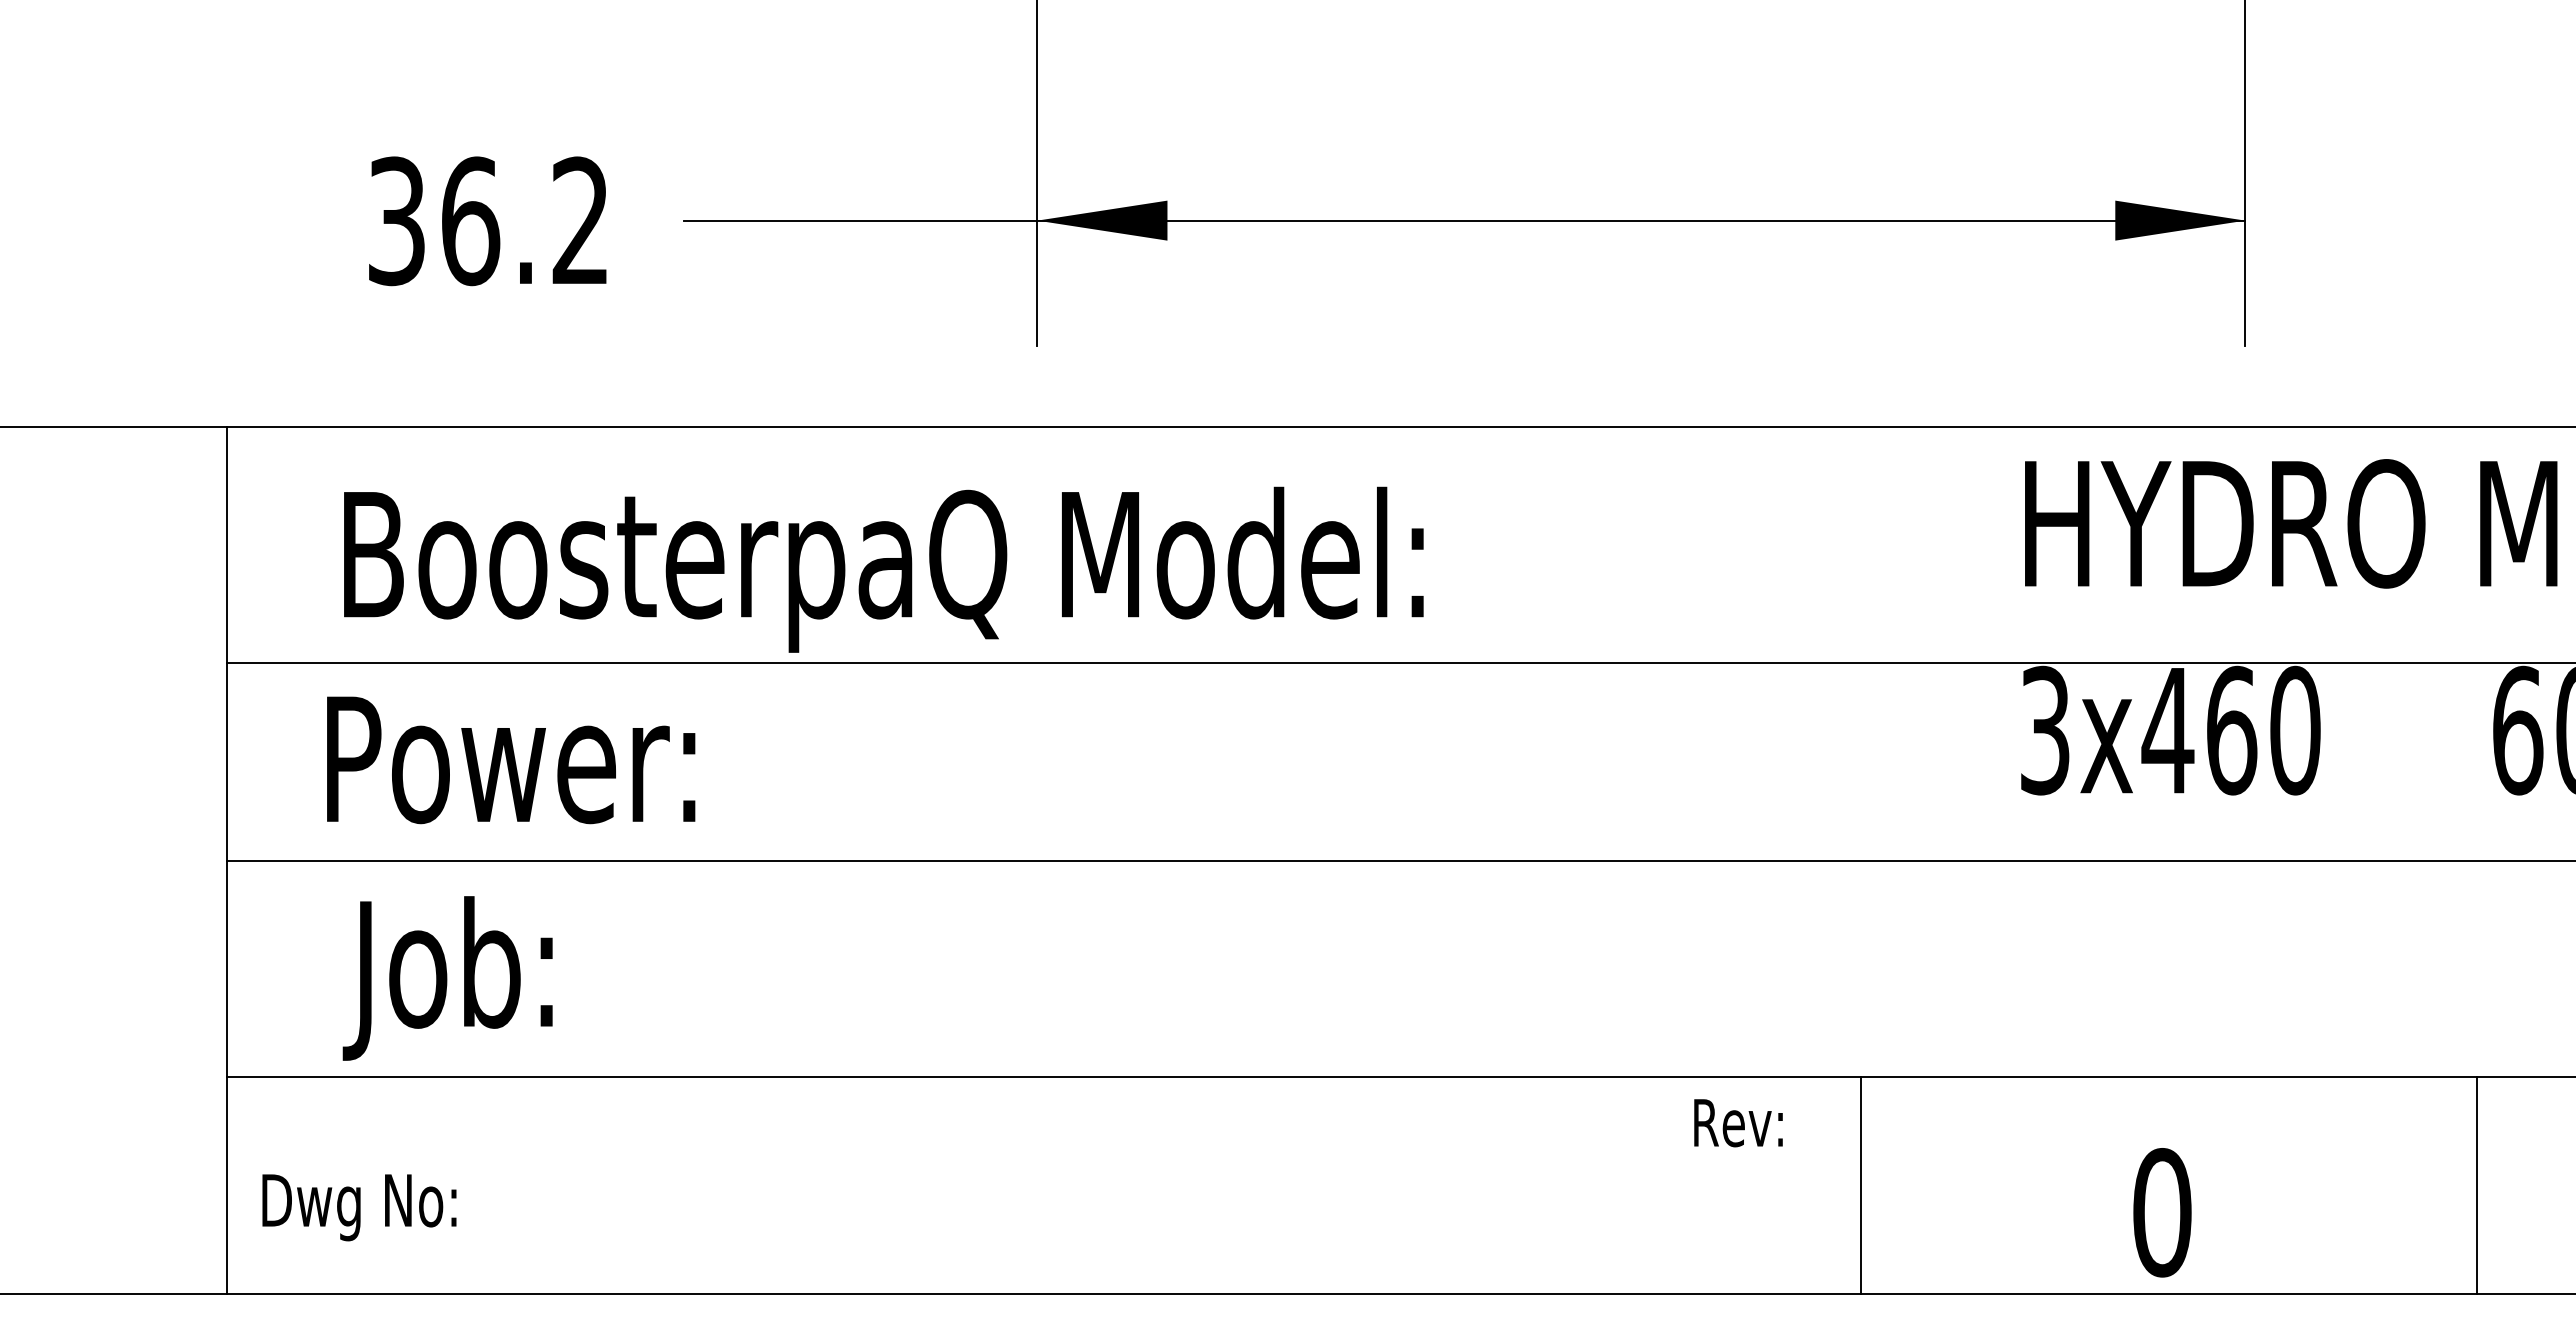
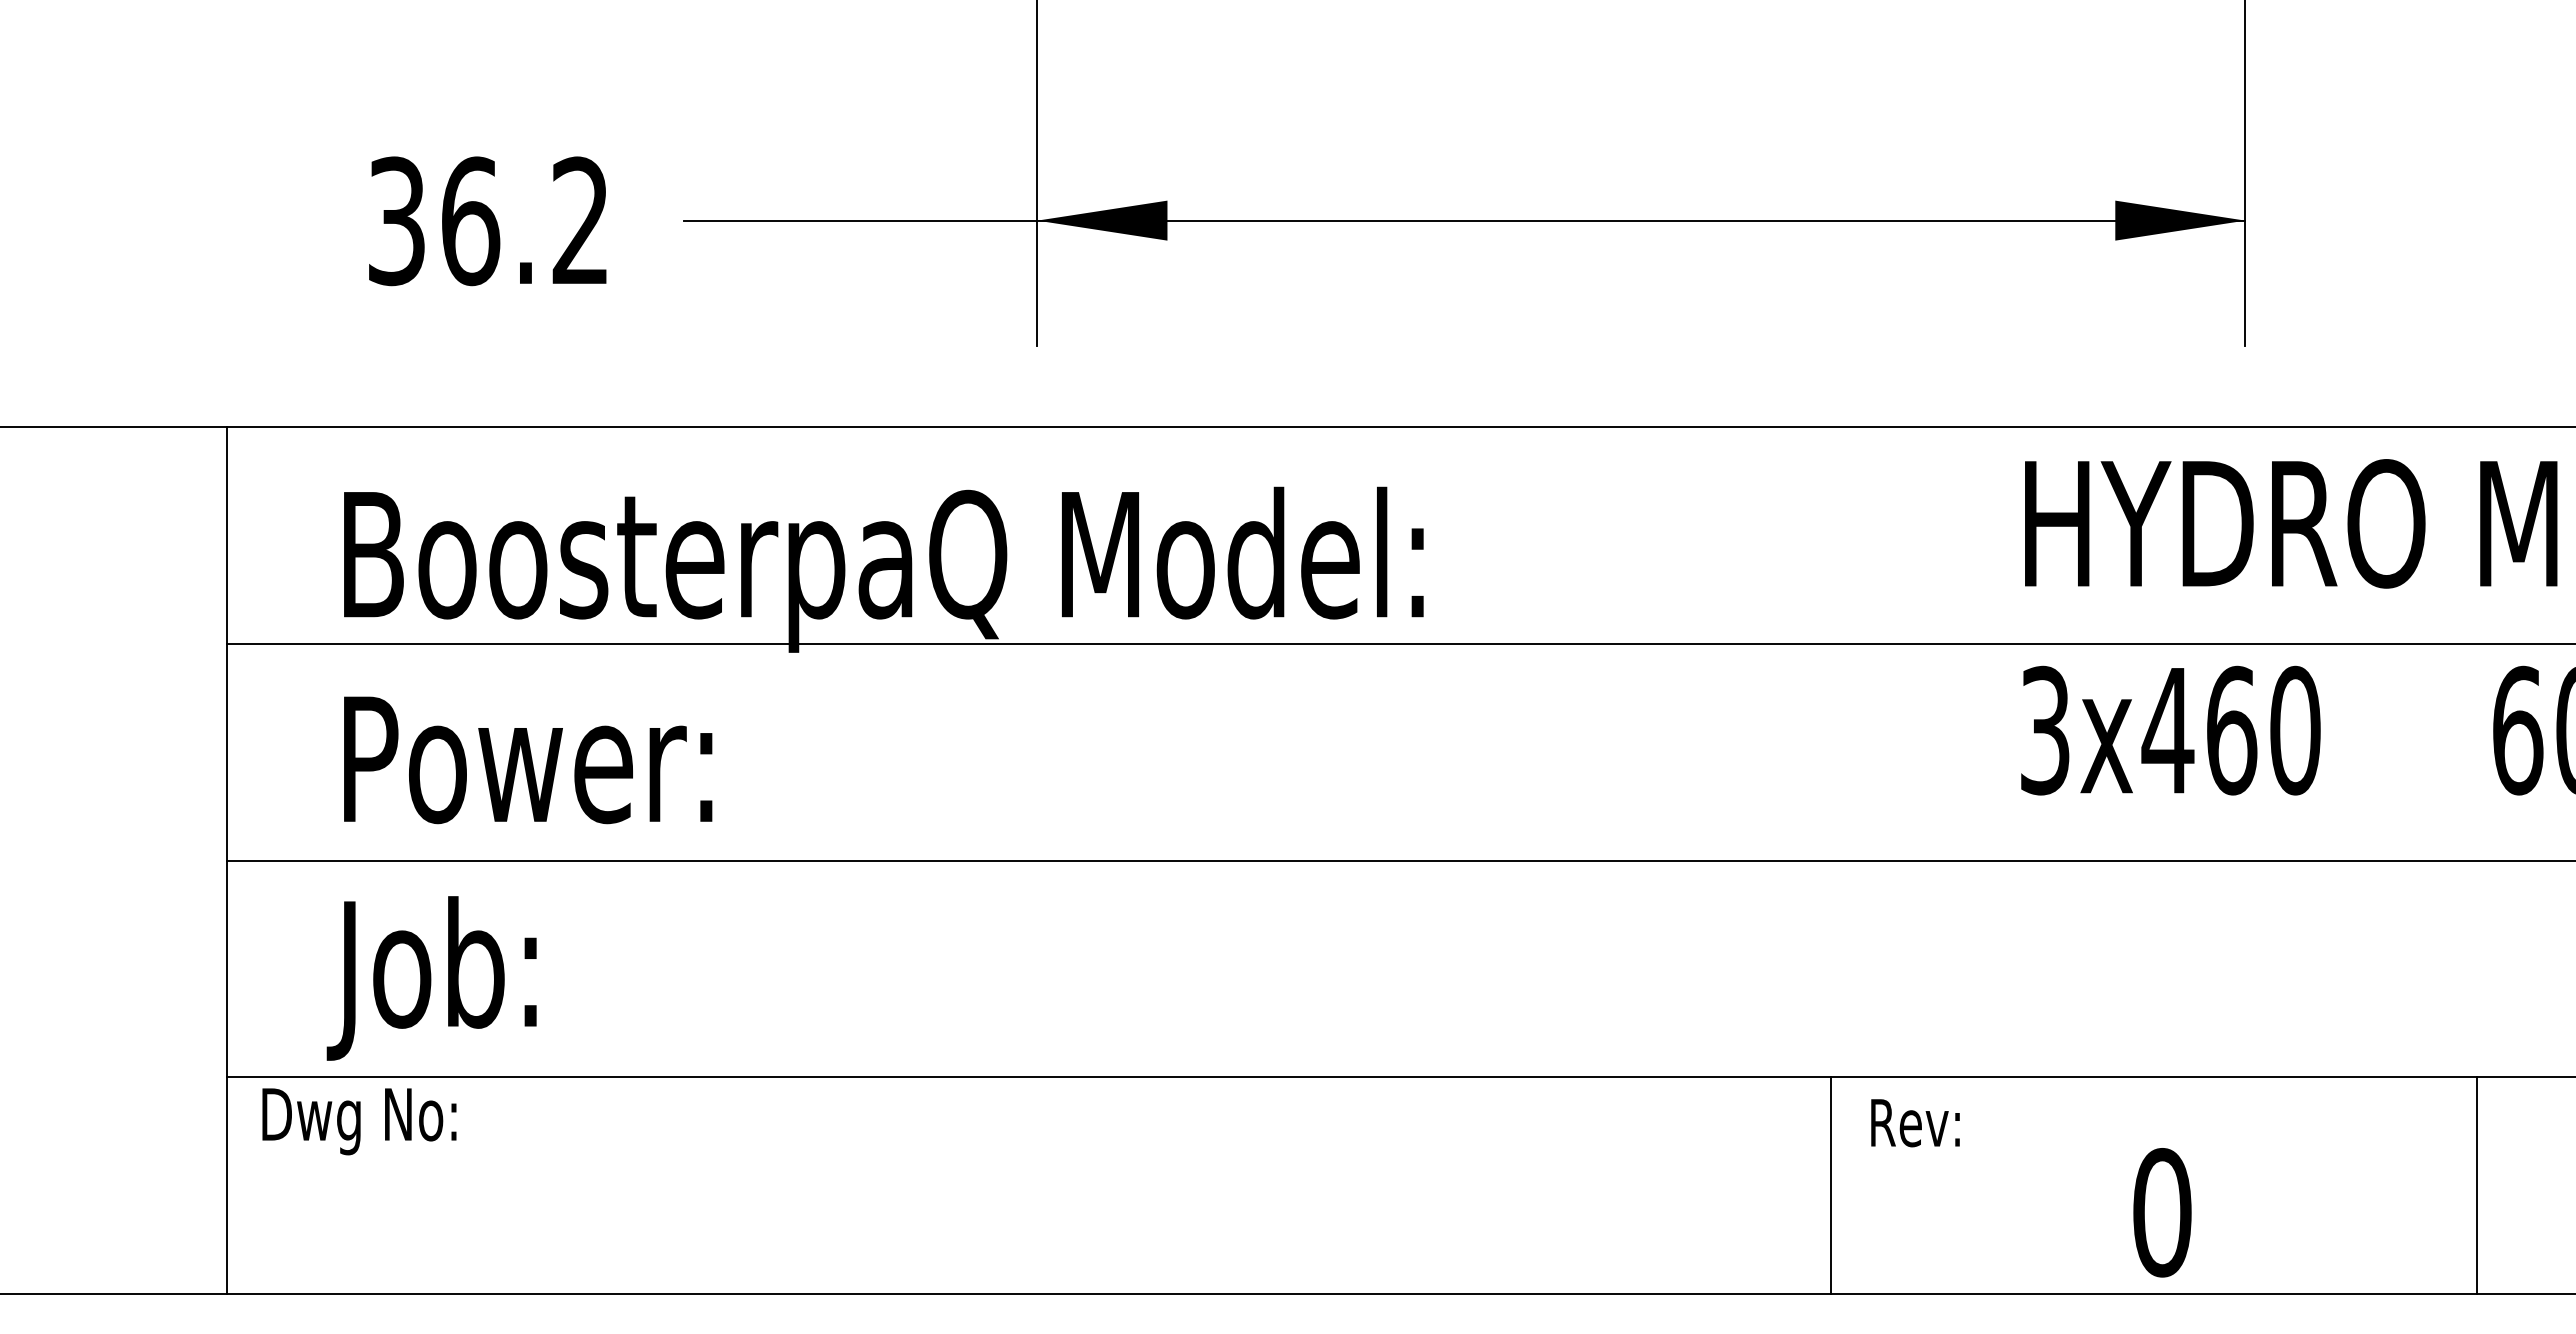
line at (1399, 662) position: (1399, 662) -> (1399, 643)
text at (511, 760) position: (511, 760) -> (528, 760)
text at (447, 978) position: (447, 978) -> (431, 978)
text at (1738, 1123) position: (1738, 1123) -> (1915, 1123)
line at (1860, 1185) position: (1860, 1185) -> (1830, 1185)
text at (359, 1207) position: (359, 1207) -> (359, 1121)
